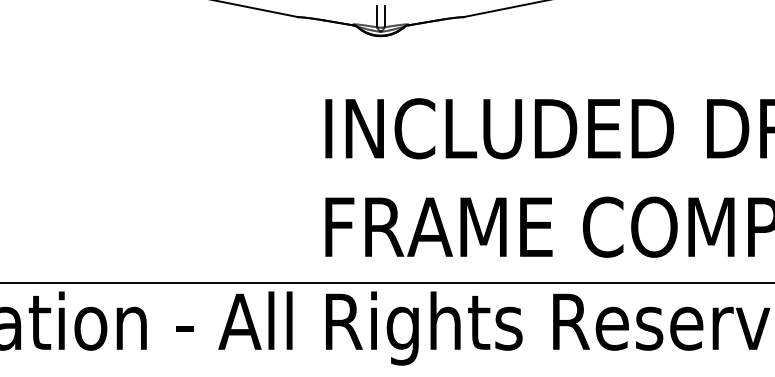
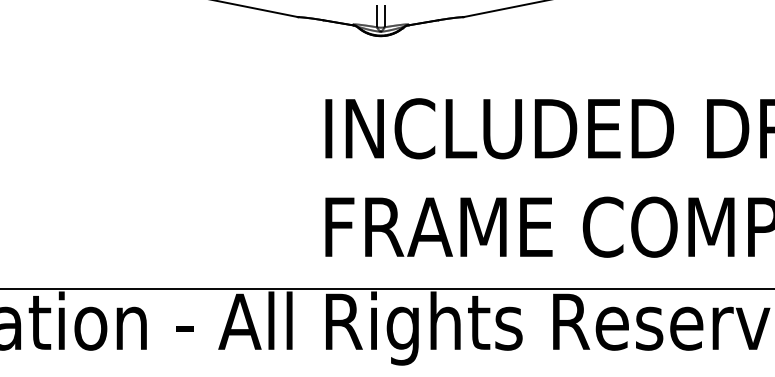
line at (386, 282) position: (386, 282) -> (386, 288)
